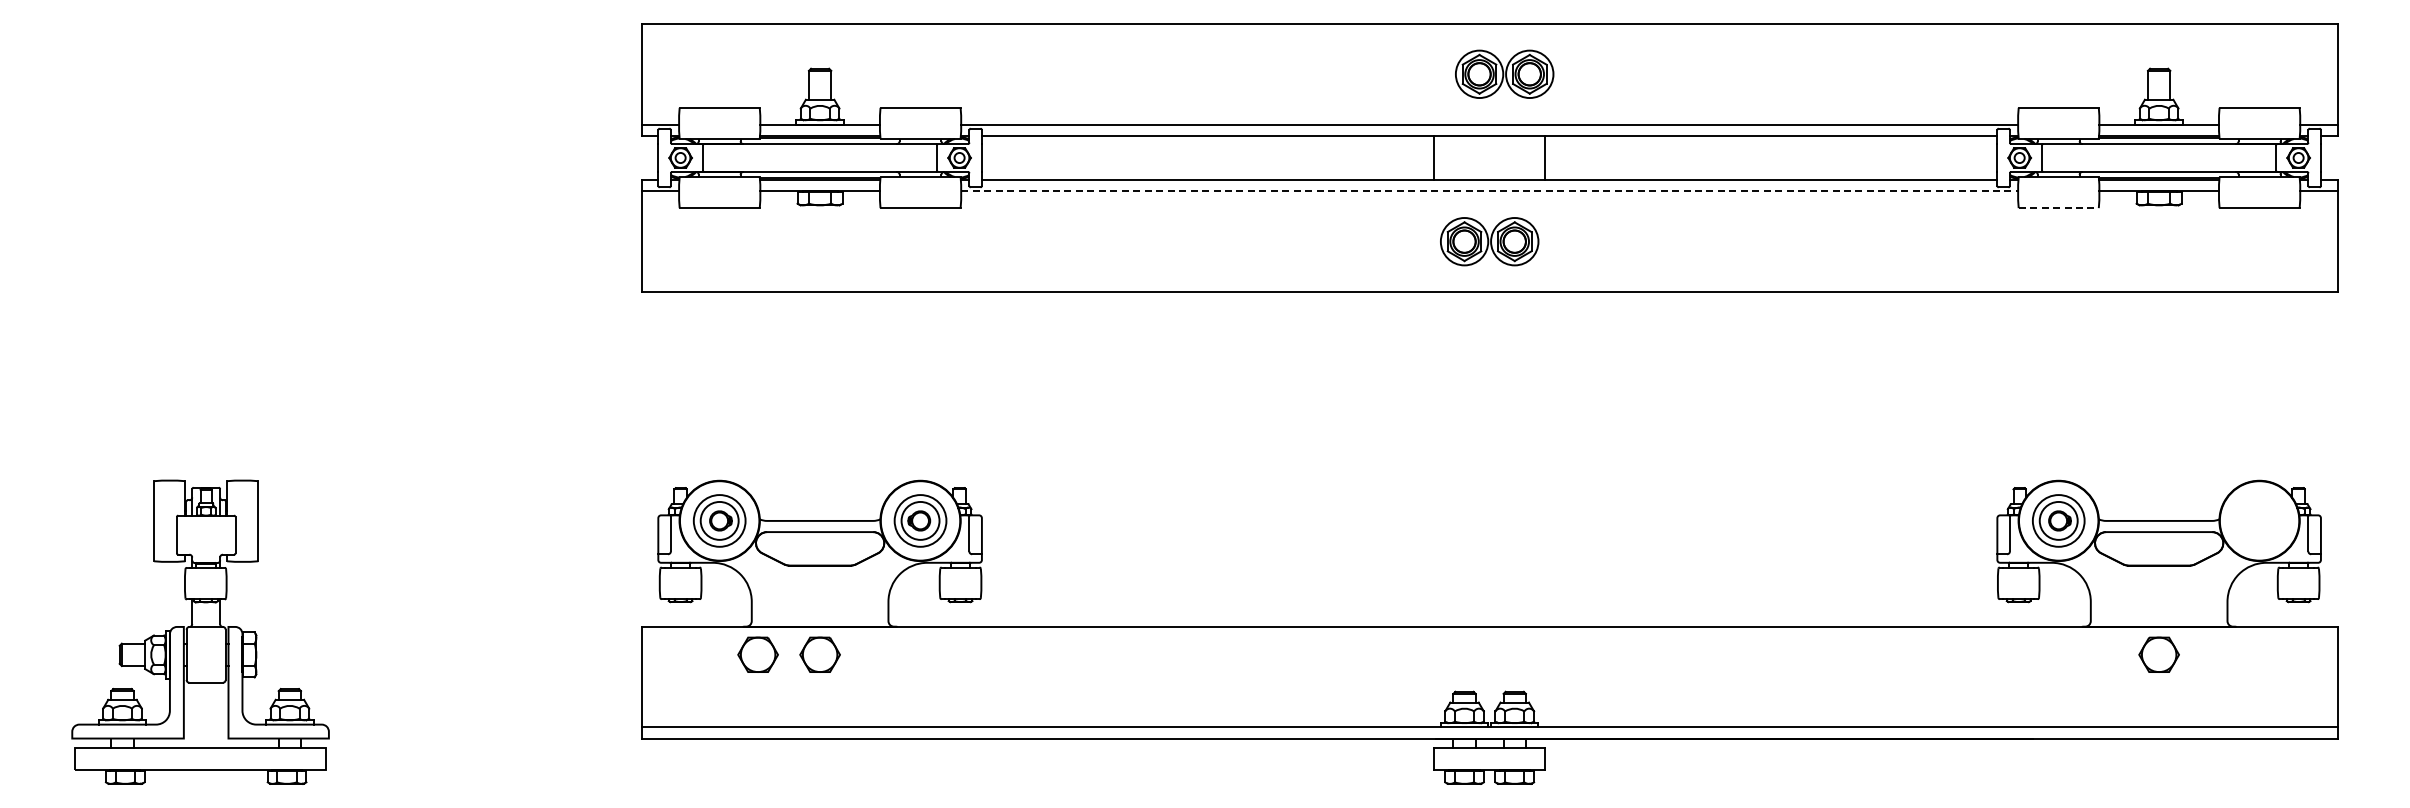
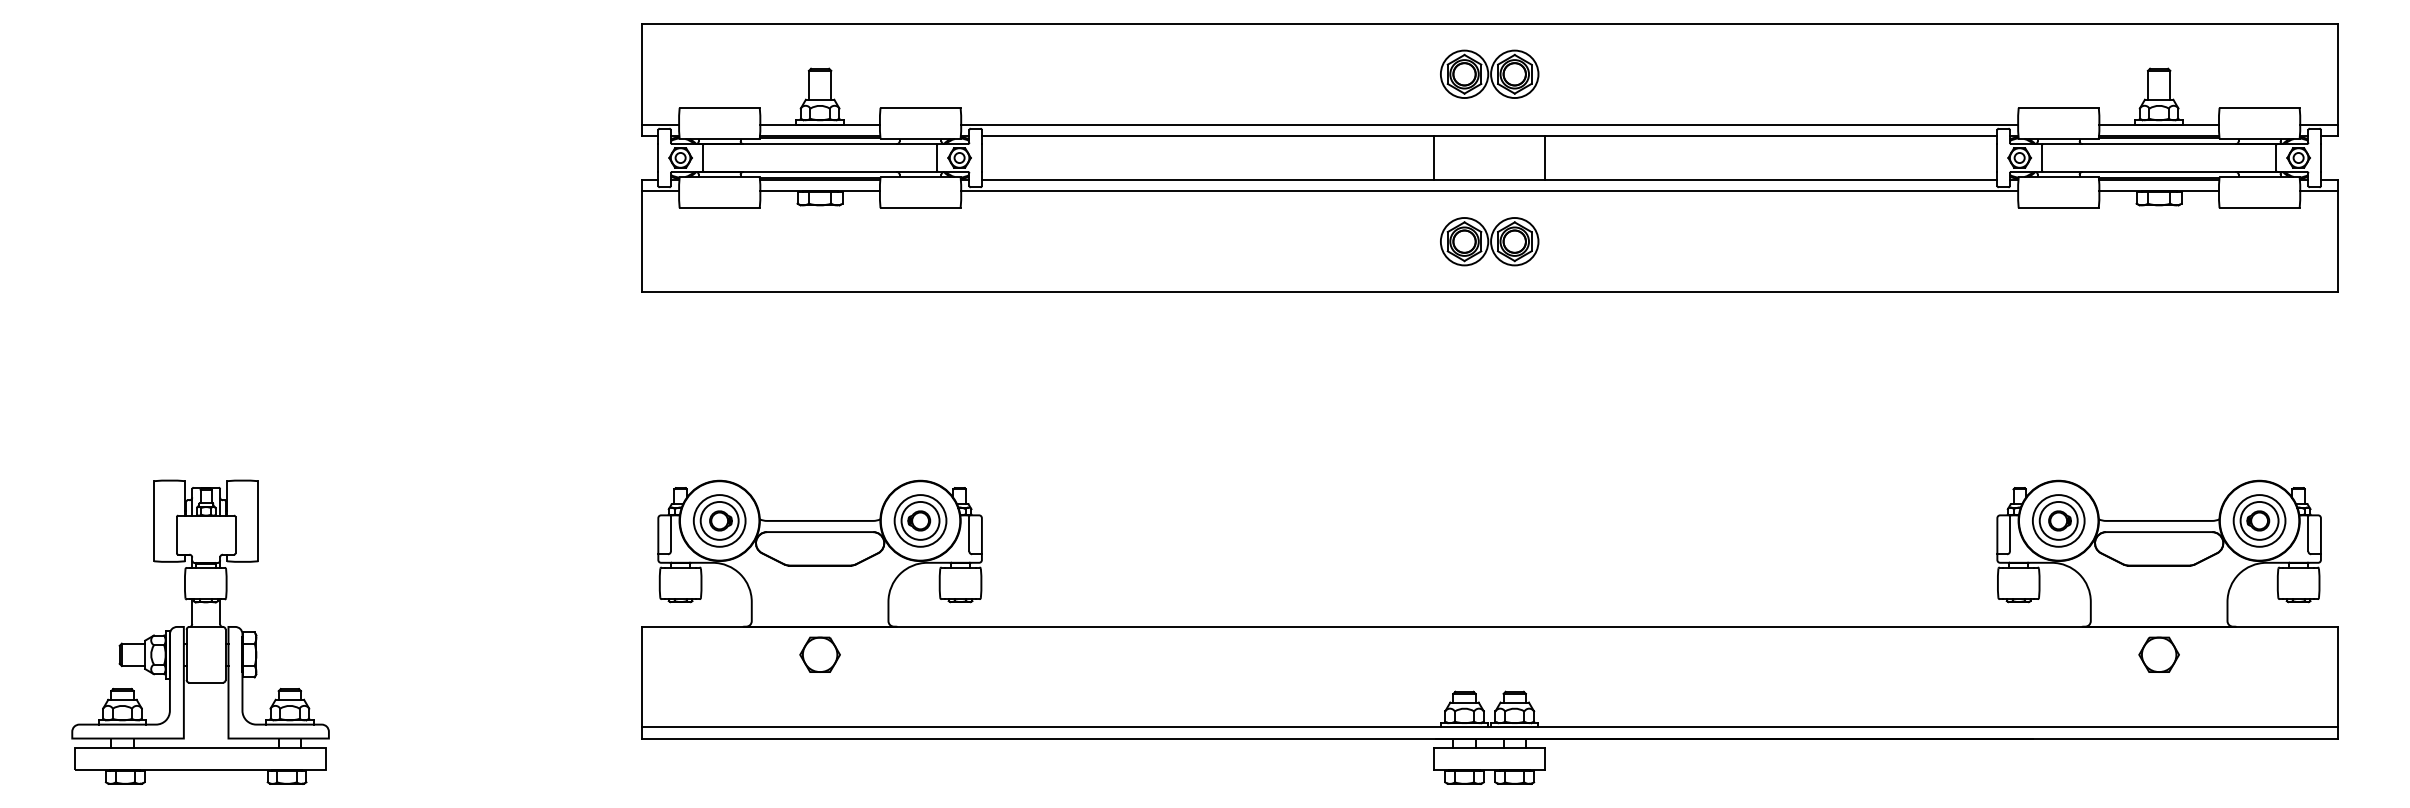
part at (1504, 73) position: (1504, 73) -> (1489, 73)
line at (1490, 191): dashed -> solid
line at (2059, 208): dashed -> solid
part at (2259, 520): none -> present
part at (757, 654): present -> none
